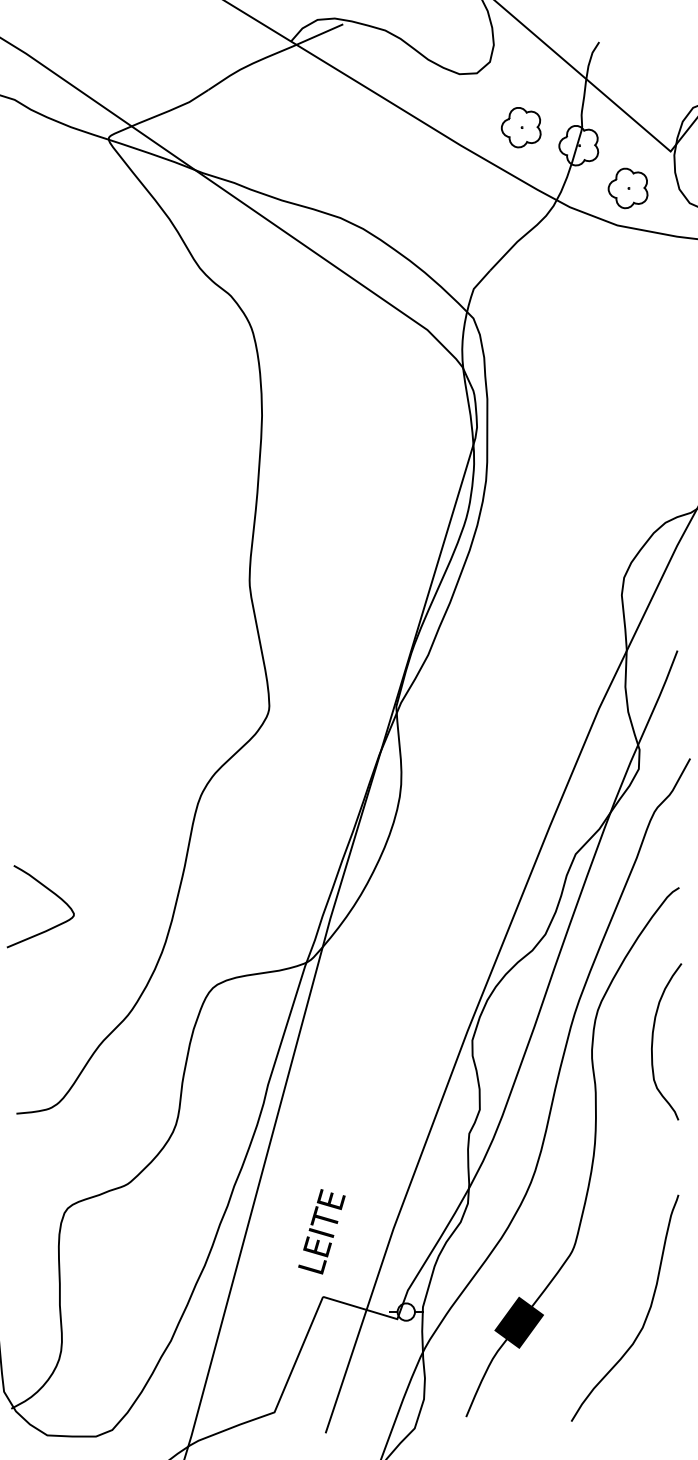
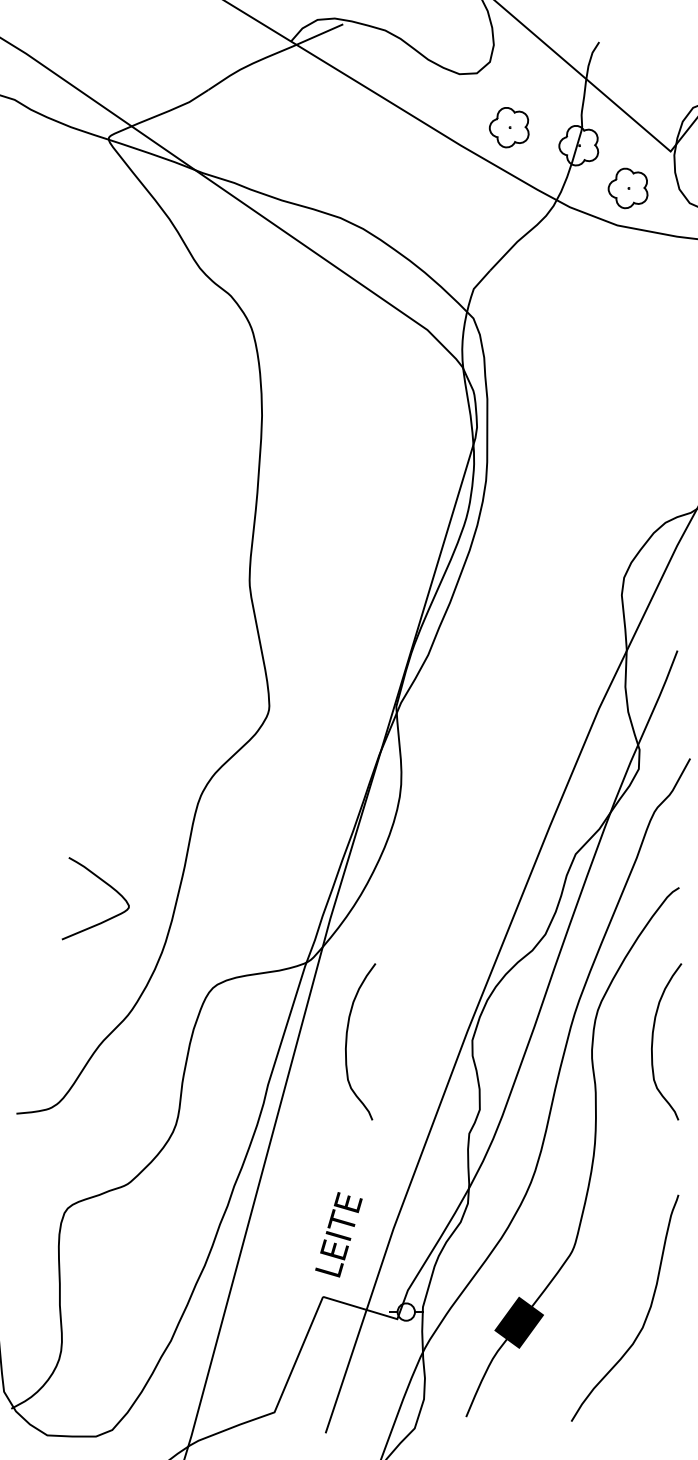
part at (520, 127) position: (520, 127) -> (508, 127)
curve at (52, 893) position: (52, 893) -> (107, 885)
curve at (347, 1041): none -> present
text at (321, 1231) position: (321, 1231) -> (338, 1234)
